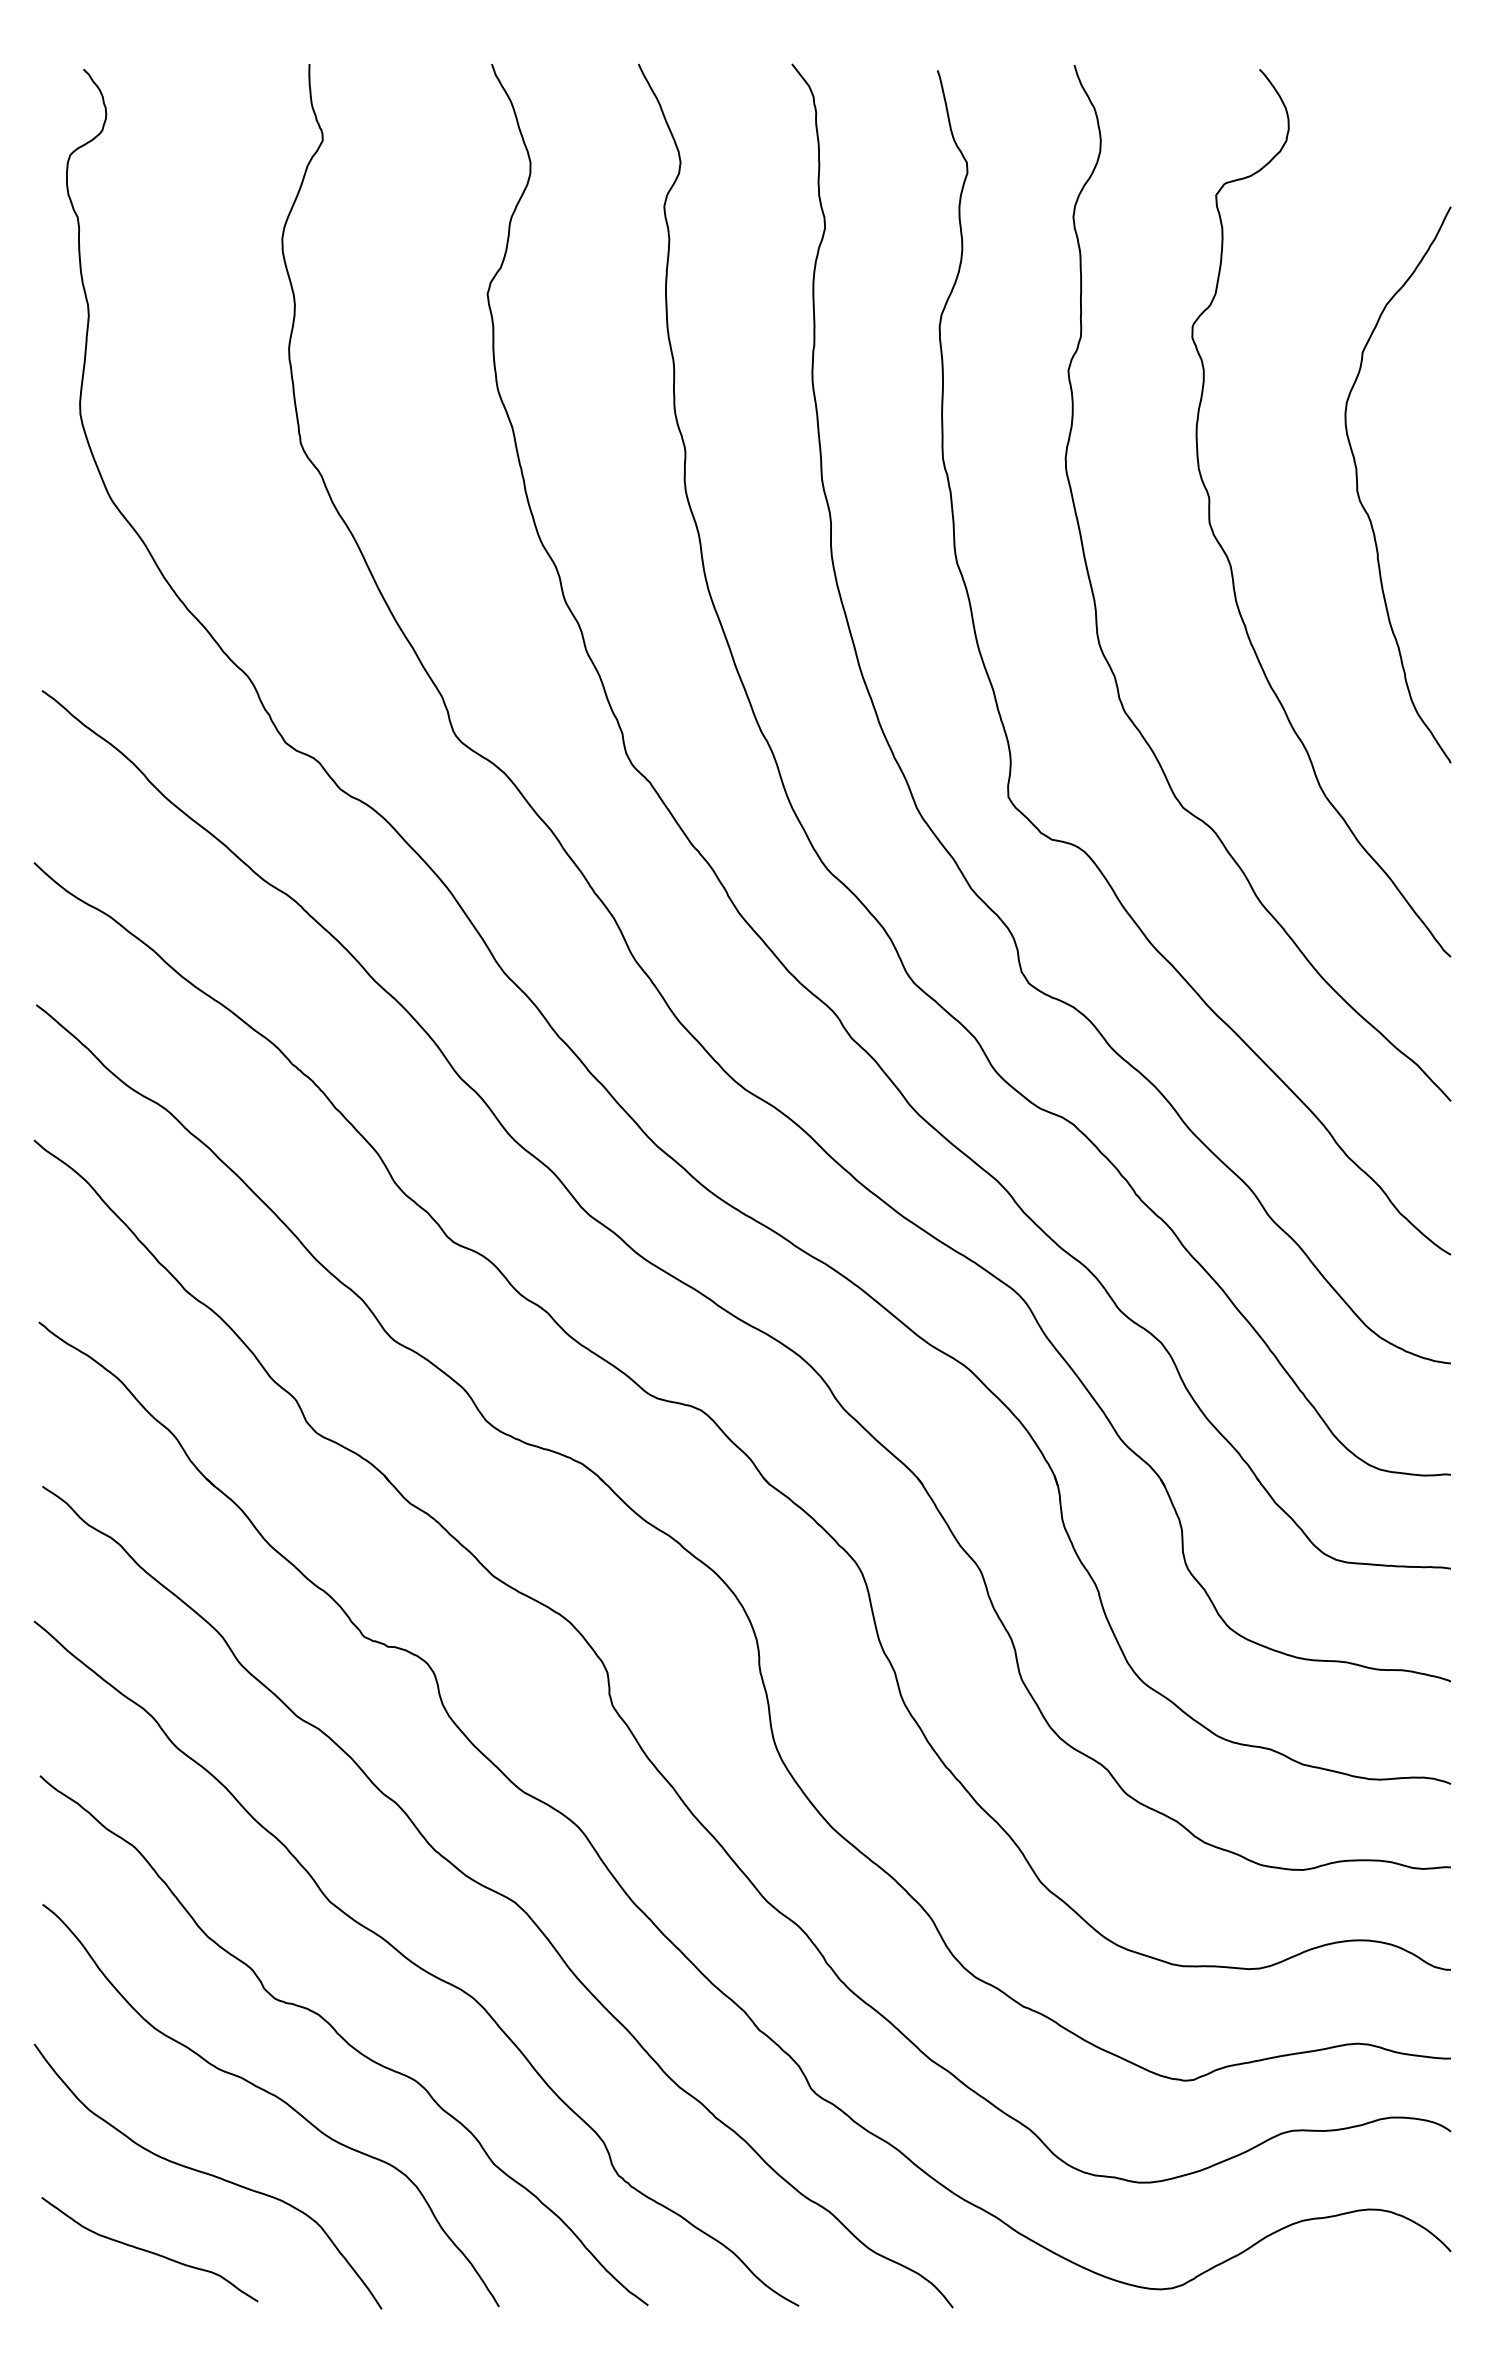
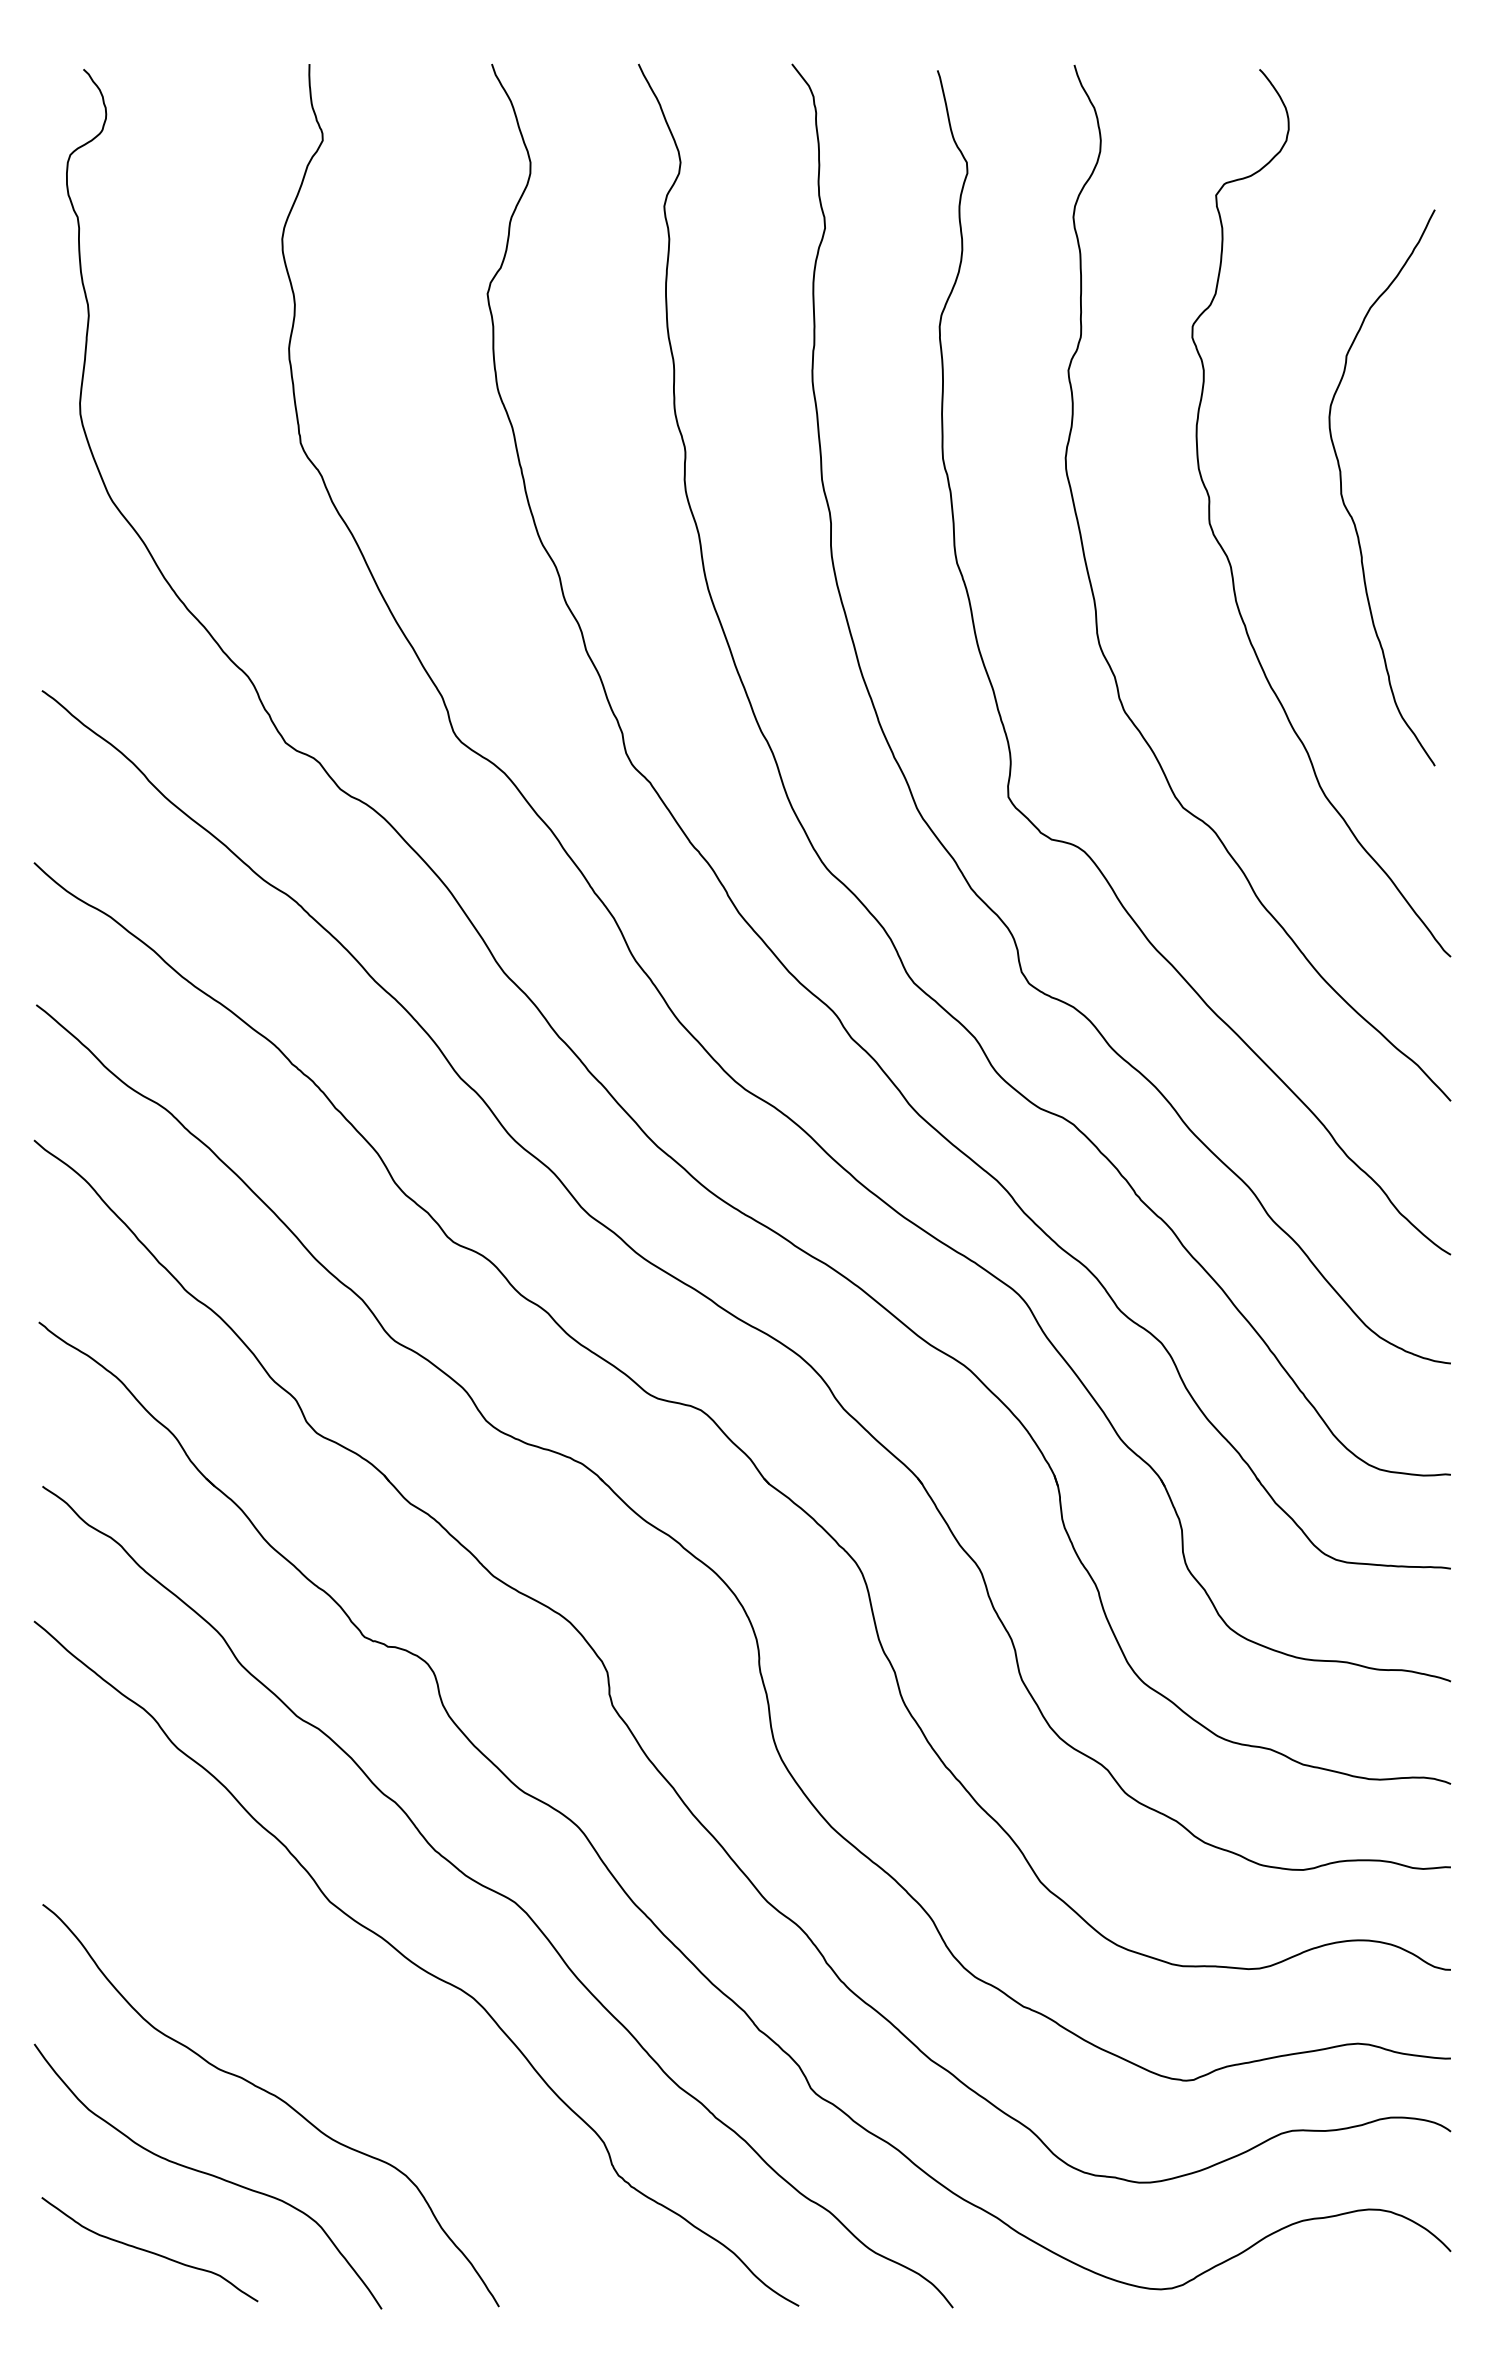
curve at (1358, 486) position: (1358, 486) -> (1342, 489)
curve at (343, 2040): present -> none
